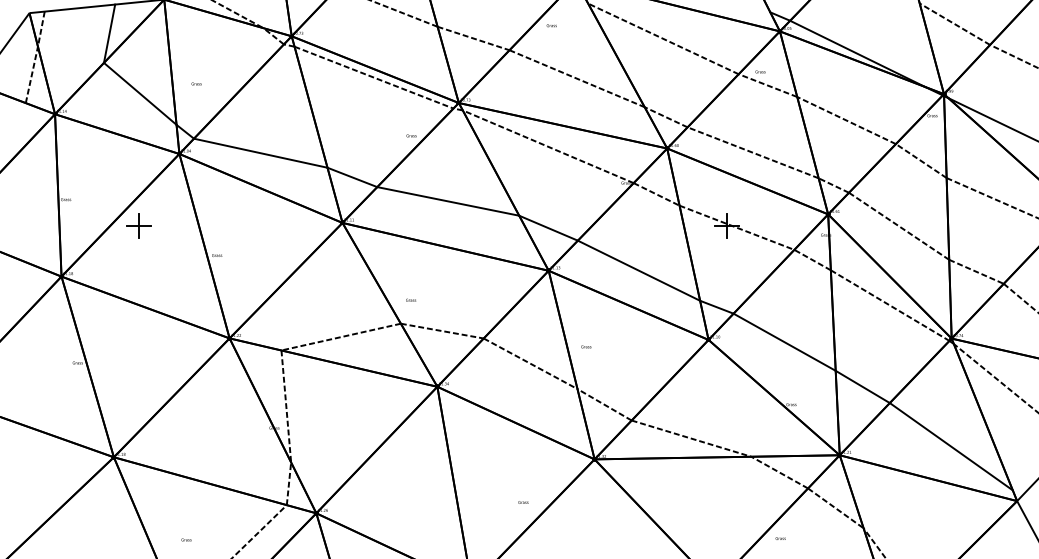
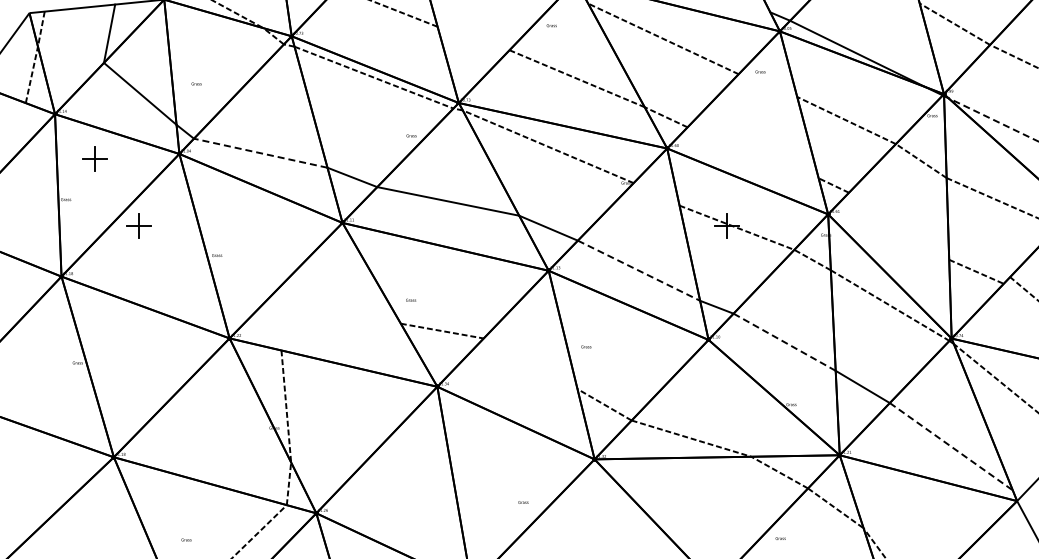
line at (473, 38): present -> none
line at (767, 85): present -> none
line at (993, 119): solid -> dashed
line at (752, 152): present -> none
line at (260, 153): solid -> dashed
part at (94, 158): none -> present
line at (656, 194): present -> none
line at (899, 225): present -> none
line at (639, 270): solid -> dashed
line at (1019, 296) position: (1019, 296) -> (1022, 287)
line at (340, 336): present -> none
line at (784, 342): solid -> dashed
line at (530, 363): present -> none
line at (951, 446): solid -> dashed
